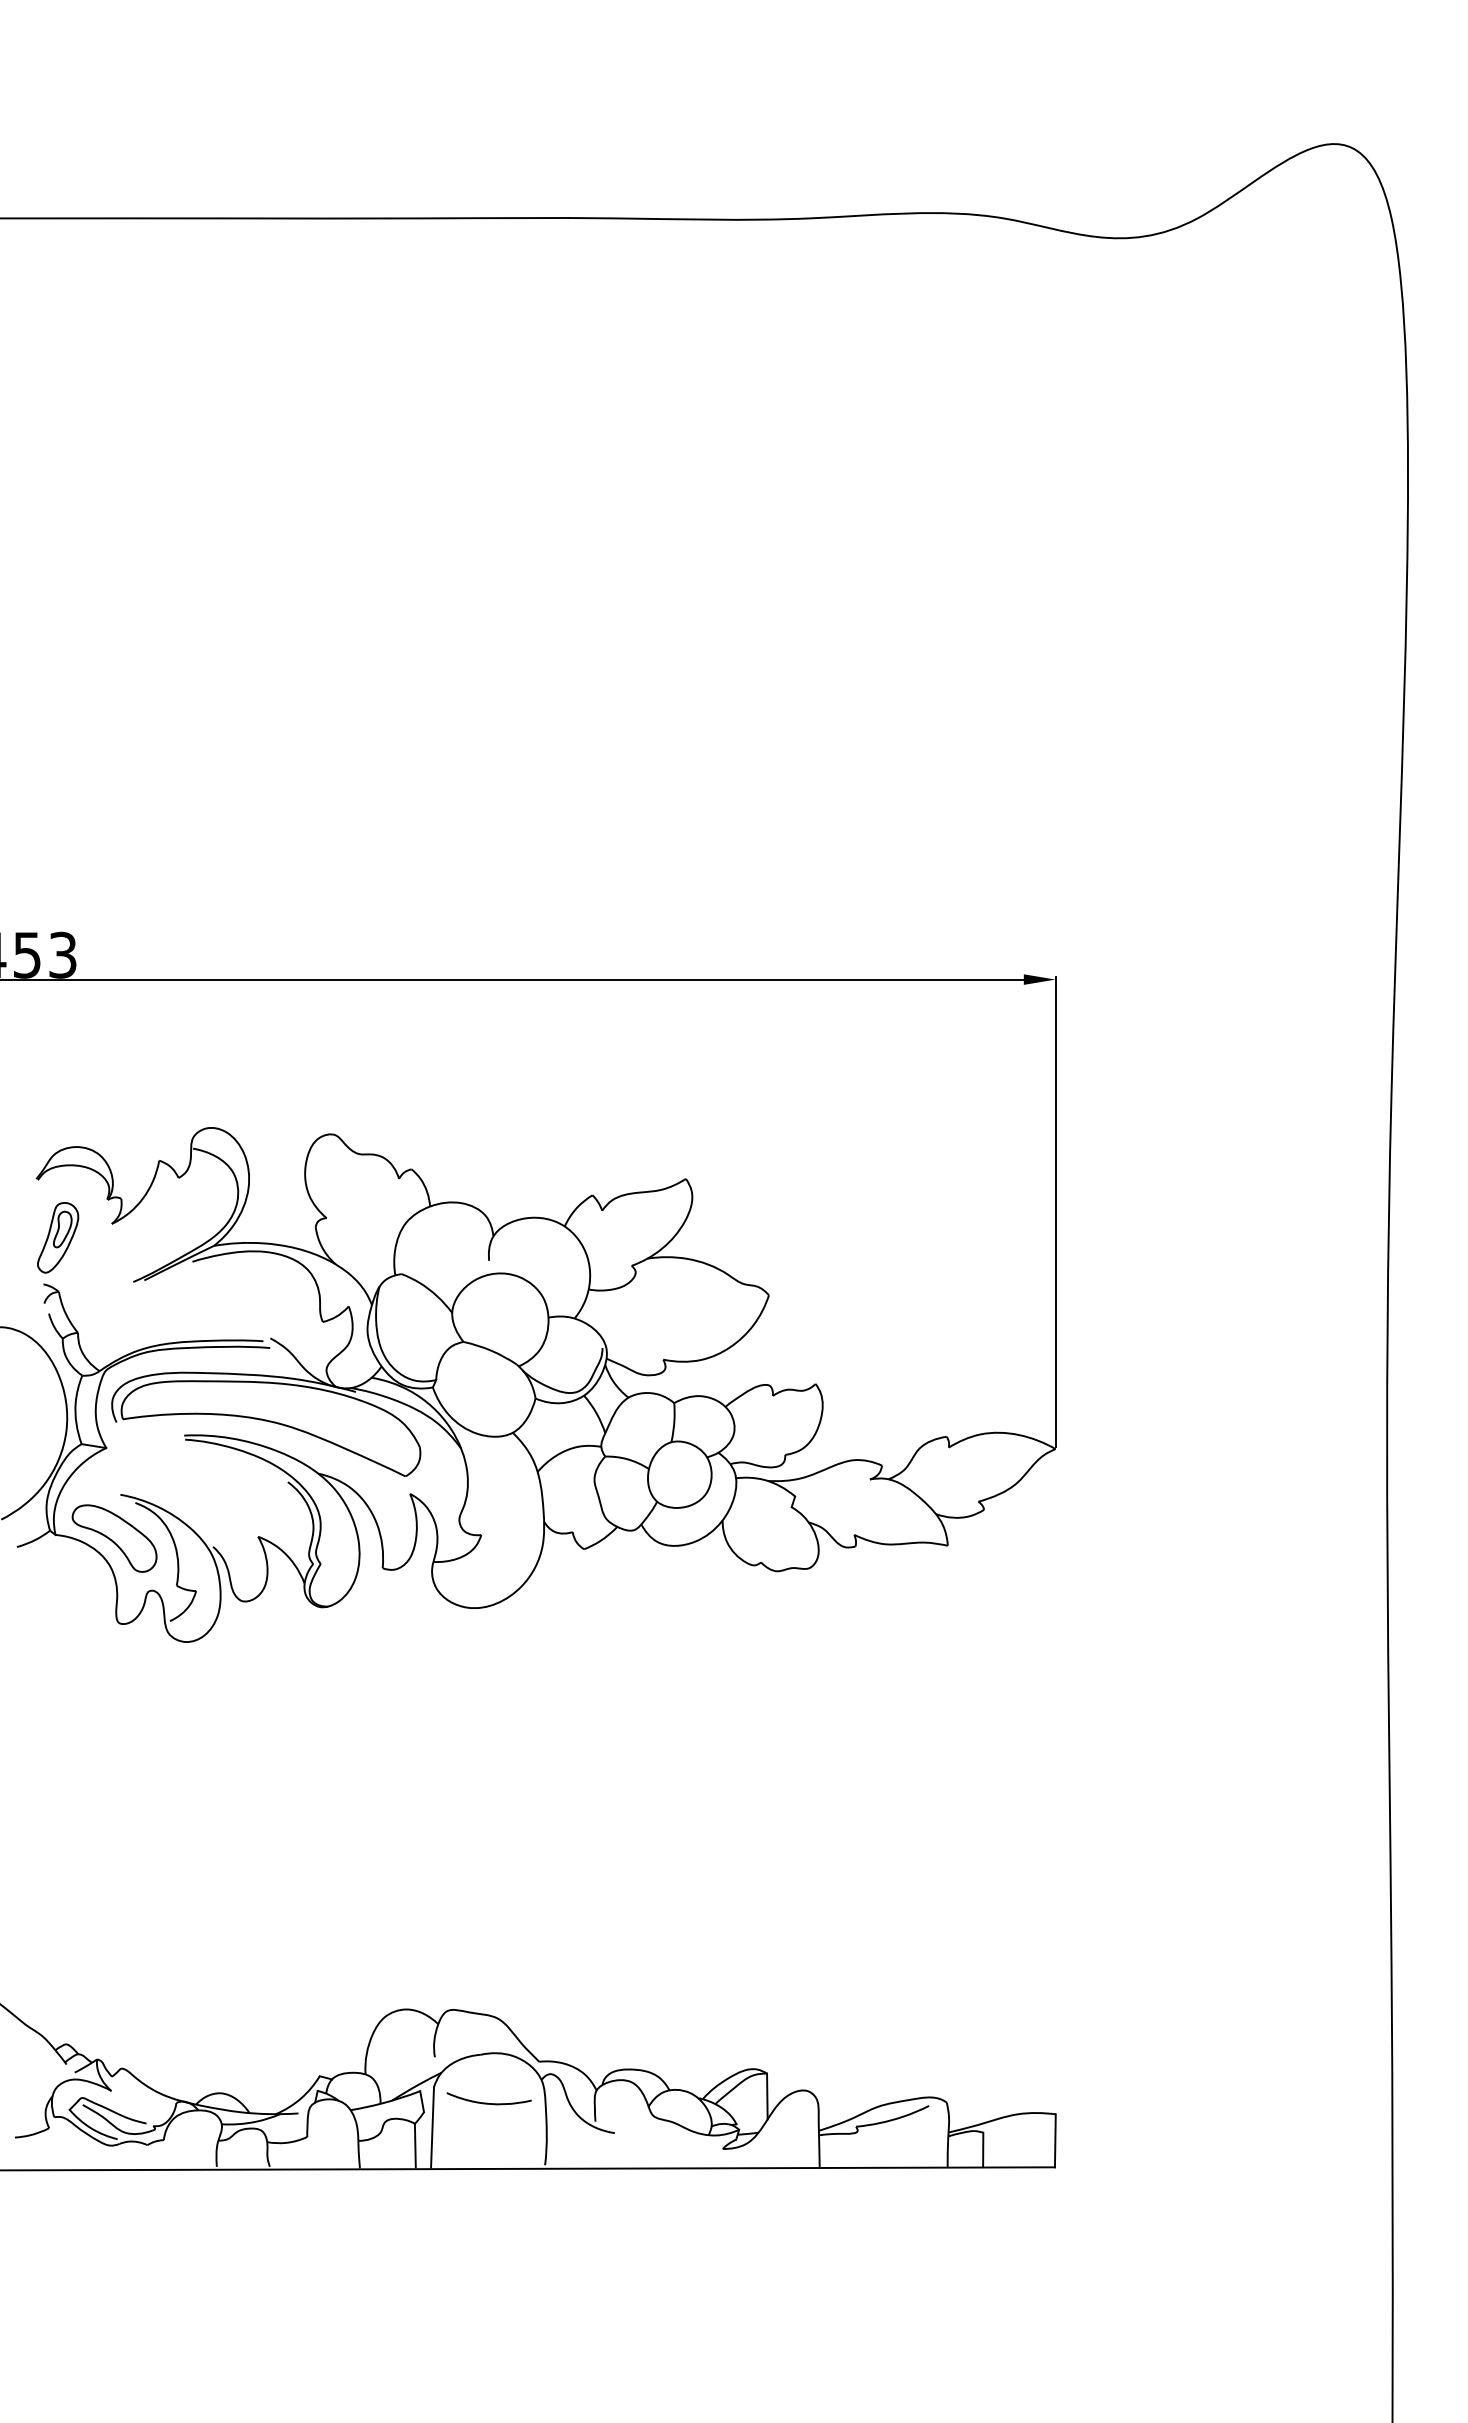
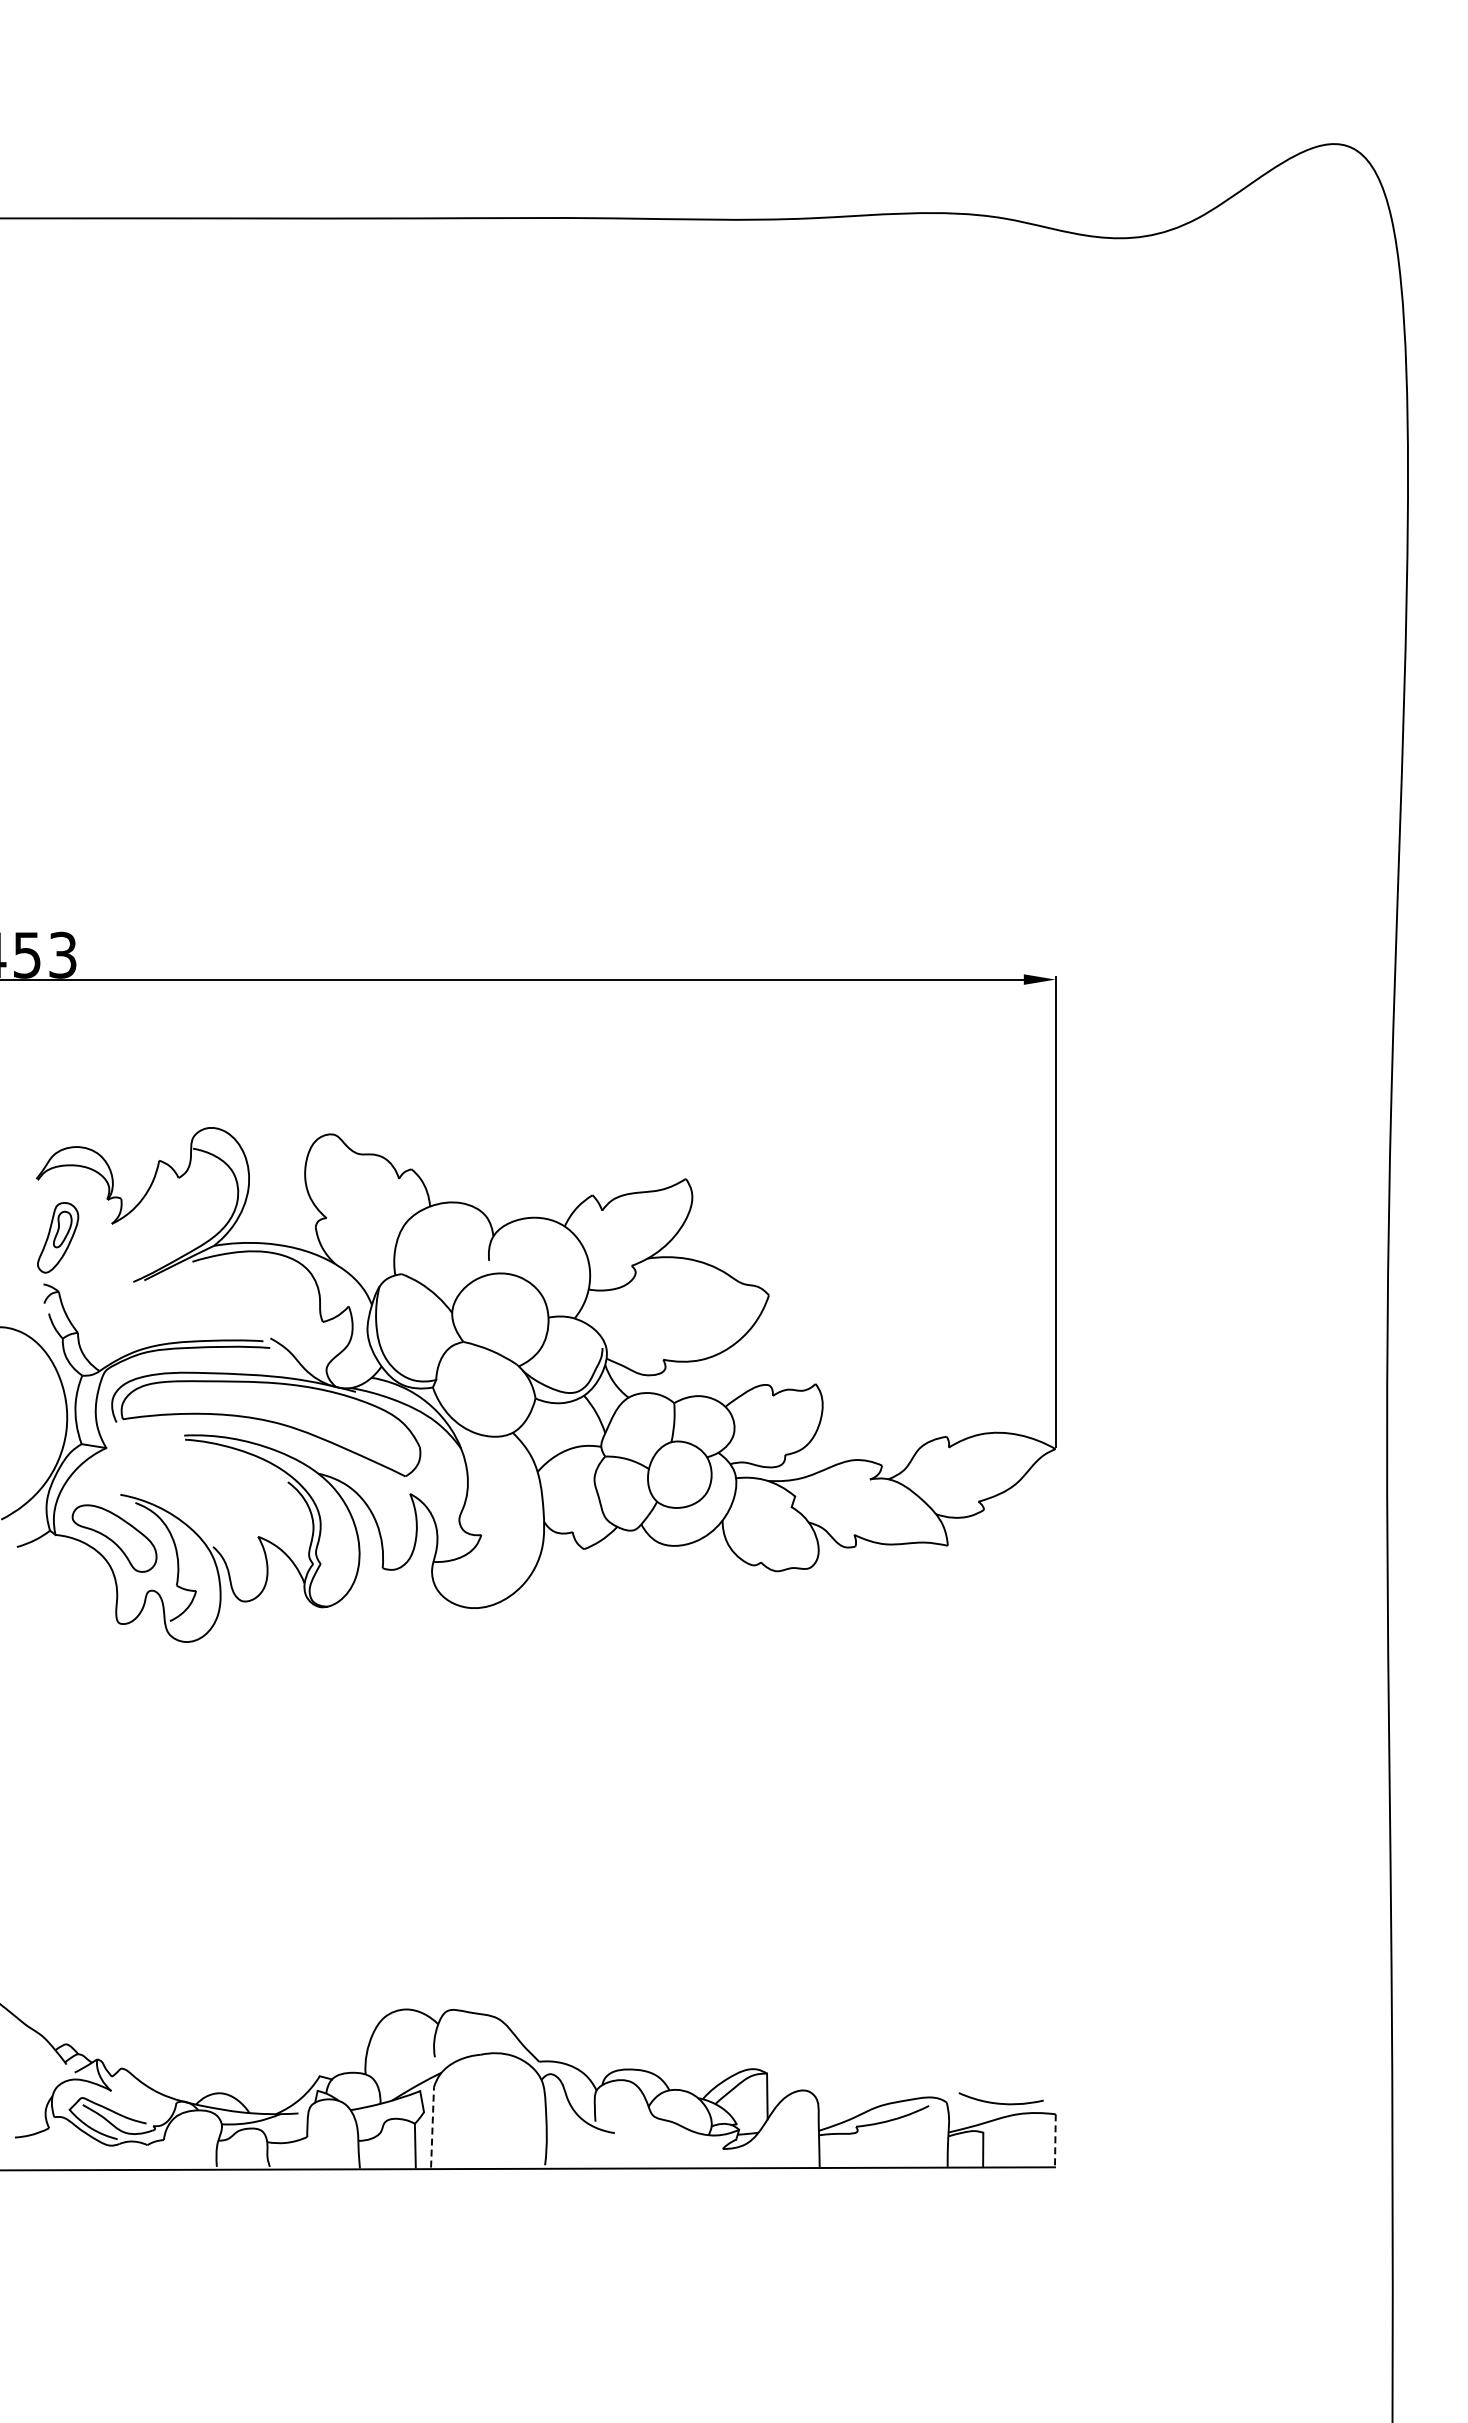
curve at (487, 2102) position: (487, 2102) -> (999, 2102)
line at (432, 2126): solid -> dashed
line at (1055, 2140): solid -> dashed
